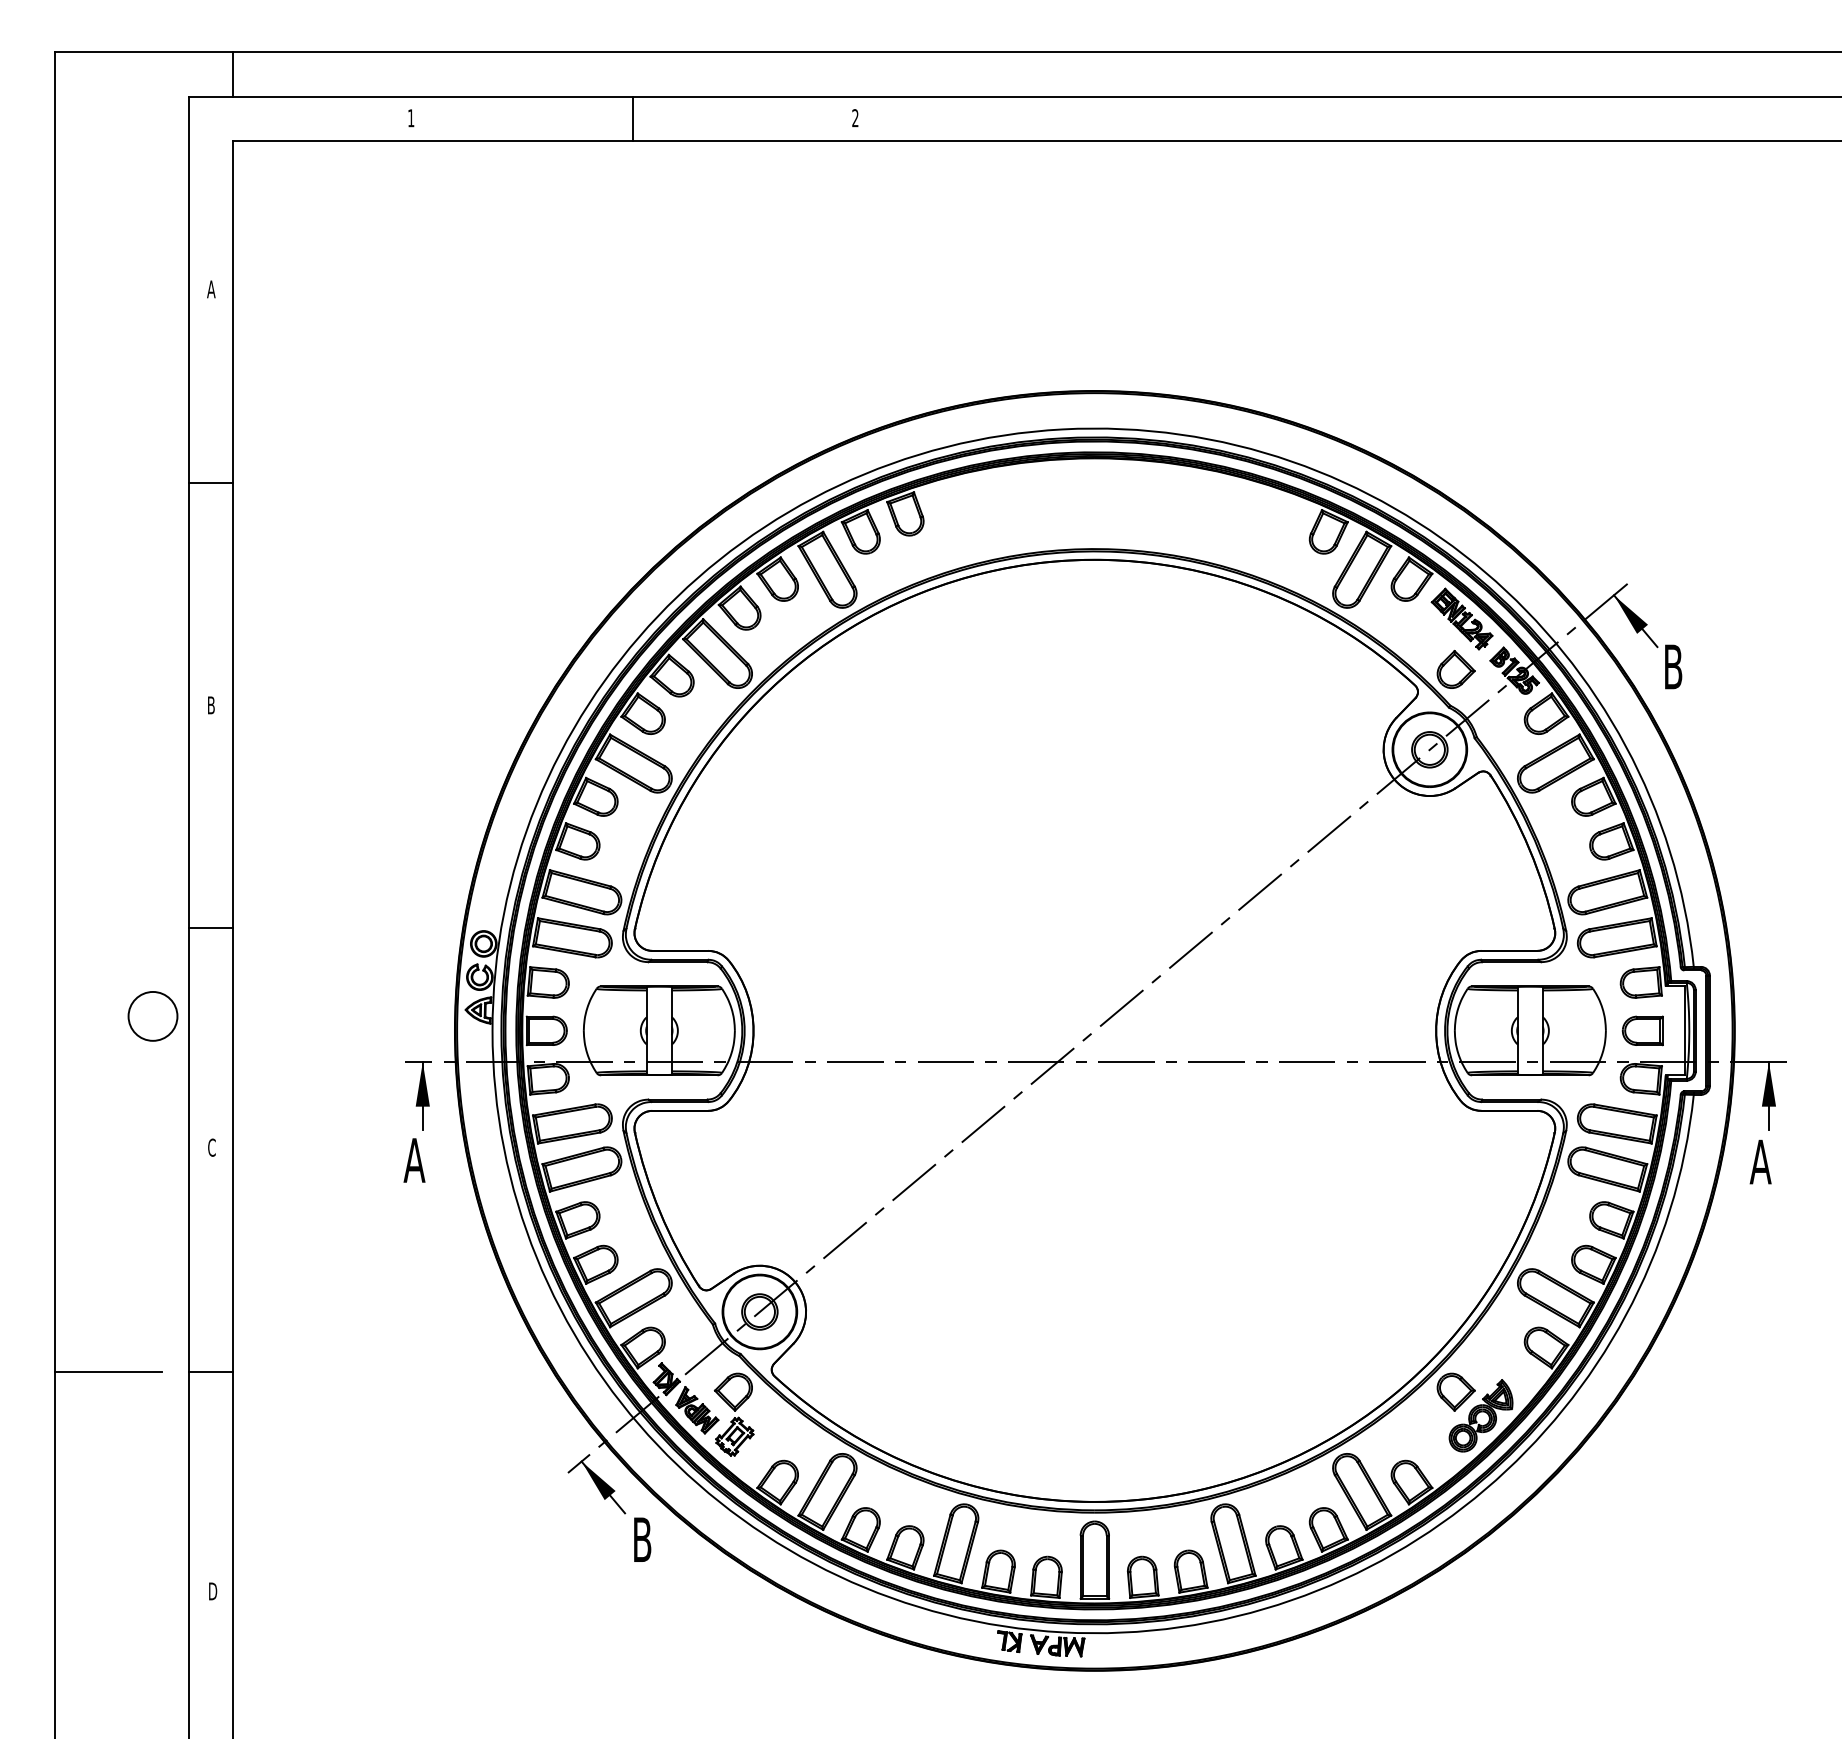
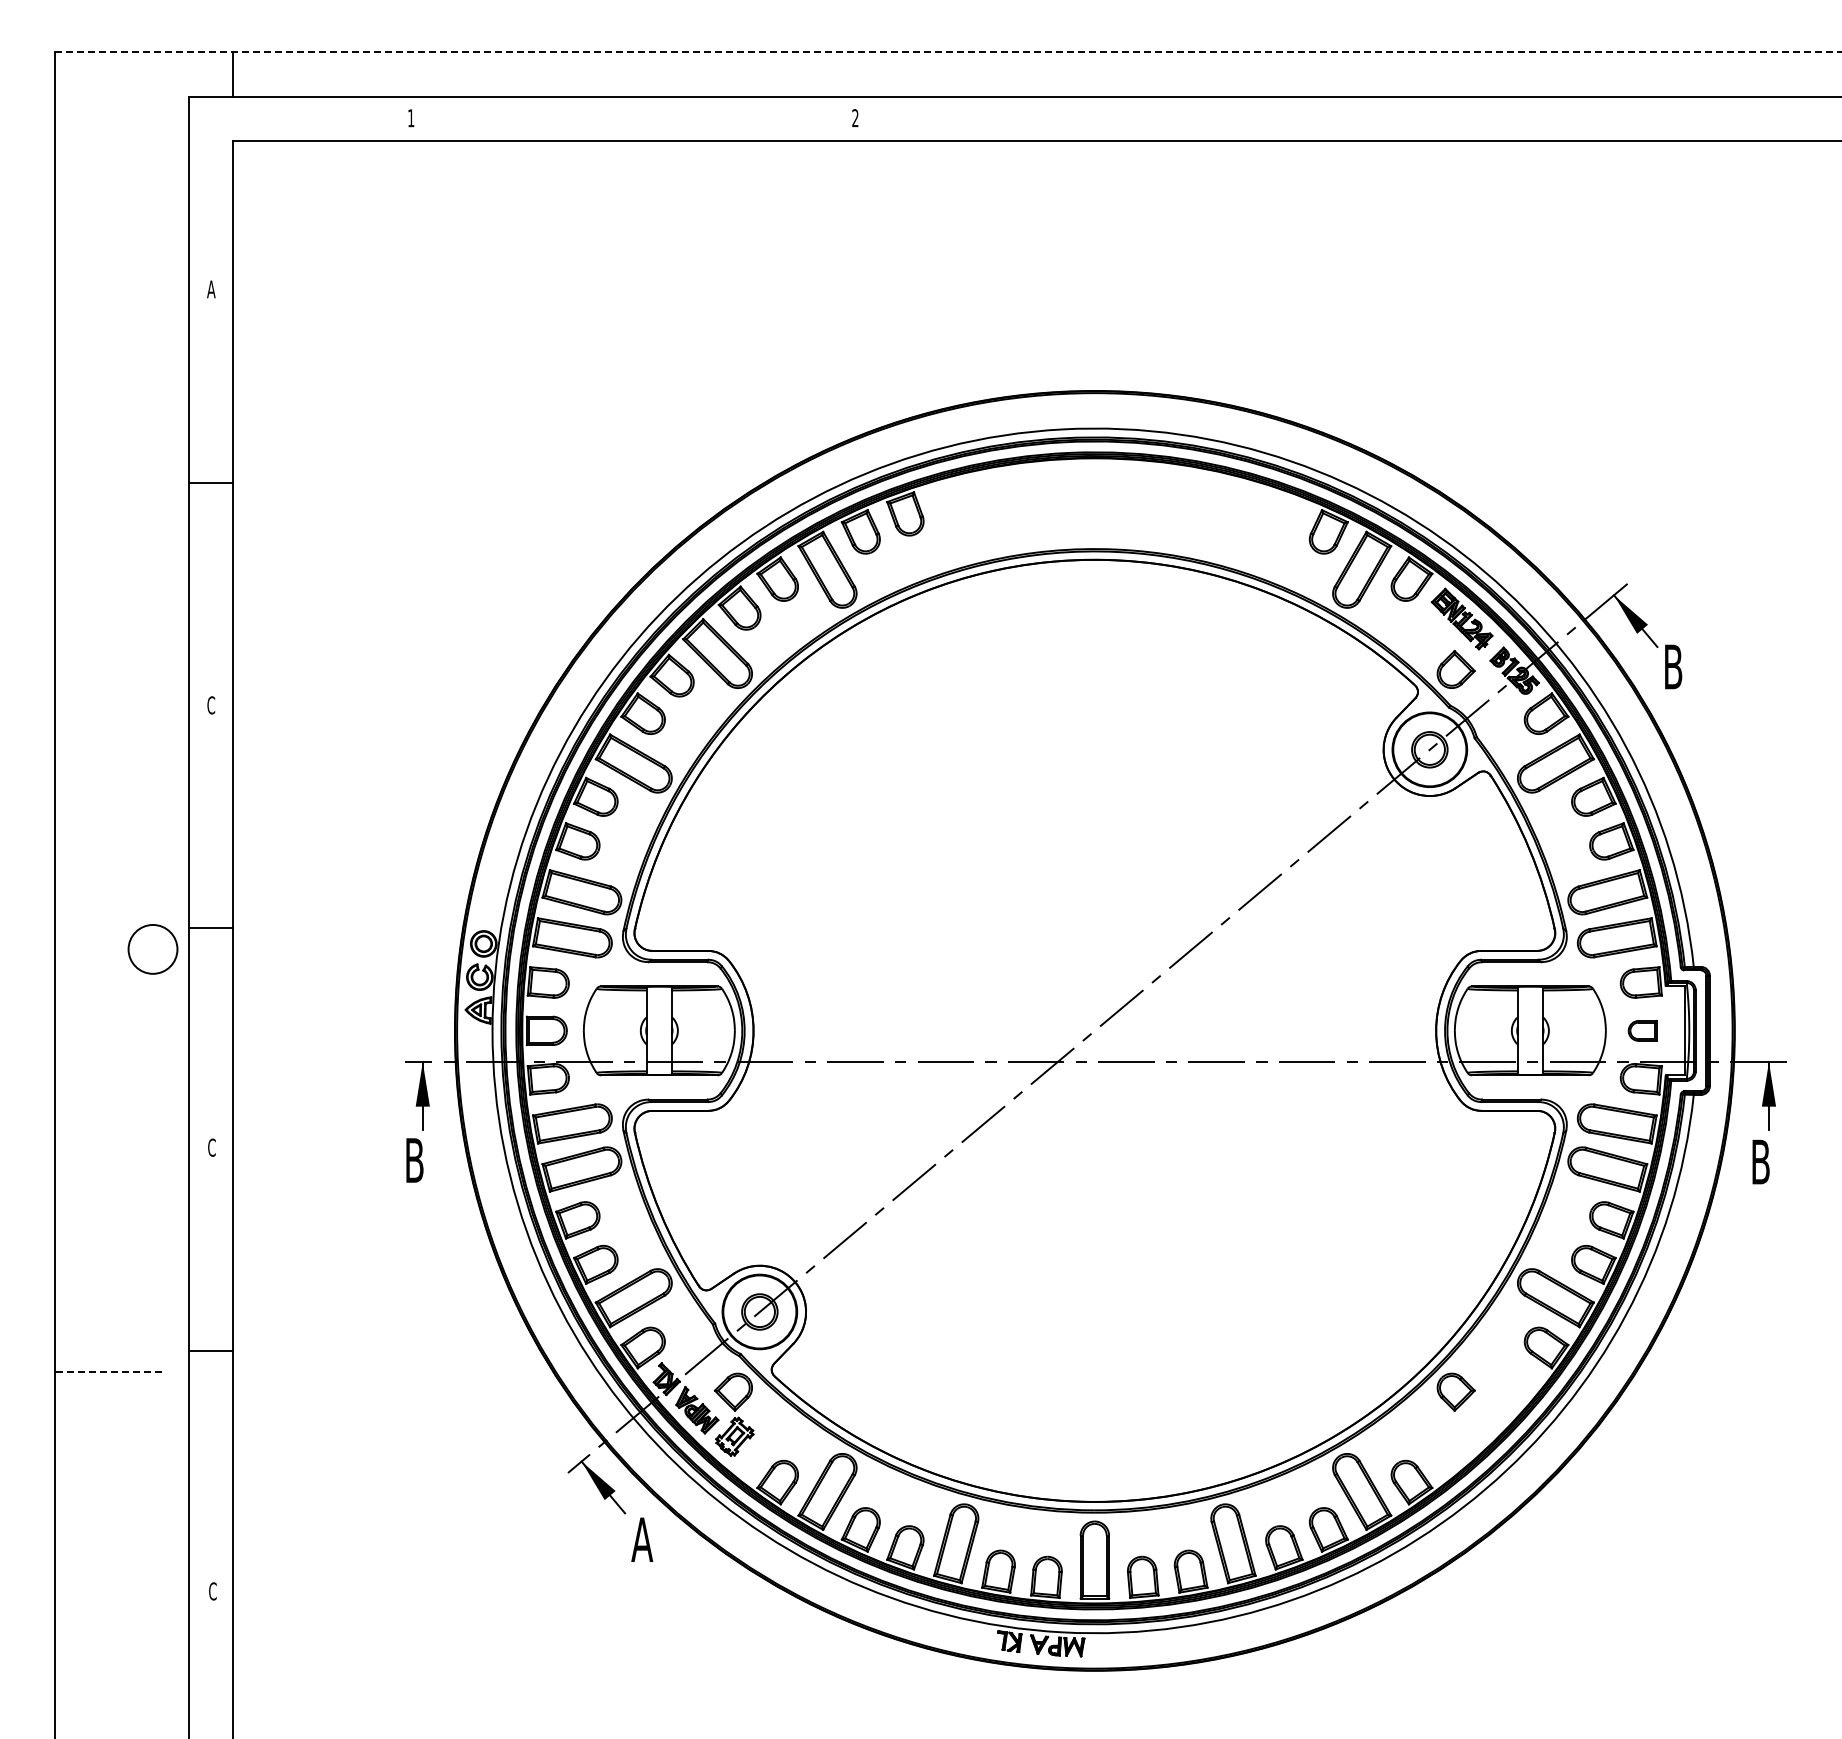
line at (948, 52): solid -> dashed
line at (632, 118): present -> none
text at (211, 705): B -> C
circle at (152, 1016) position: (152, 1016) -> (152, 949)
part at (1642, 1030) size: 43x32 px -> 31x23 px
text at (414, 1160): A -> B
text at (1760, 1161): A -> B
line at (108, 1371): solid -> dashed
line at (210, 1371) position: (210, 1371) -> (210, 1350)
part at (1480, 1415): present -> none
text at (642, 1539): B -> A
text at (213, 1591): D -> C
